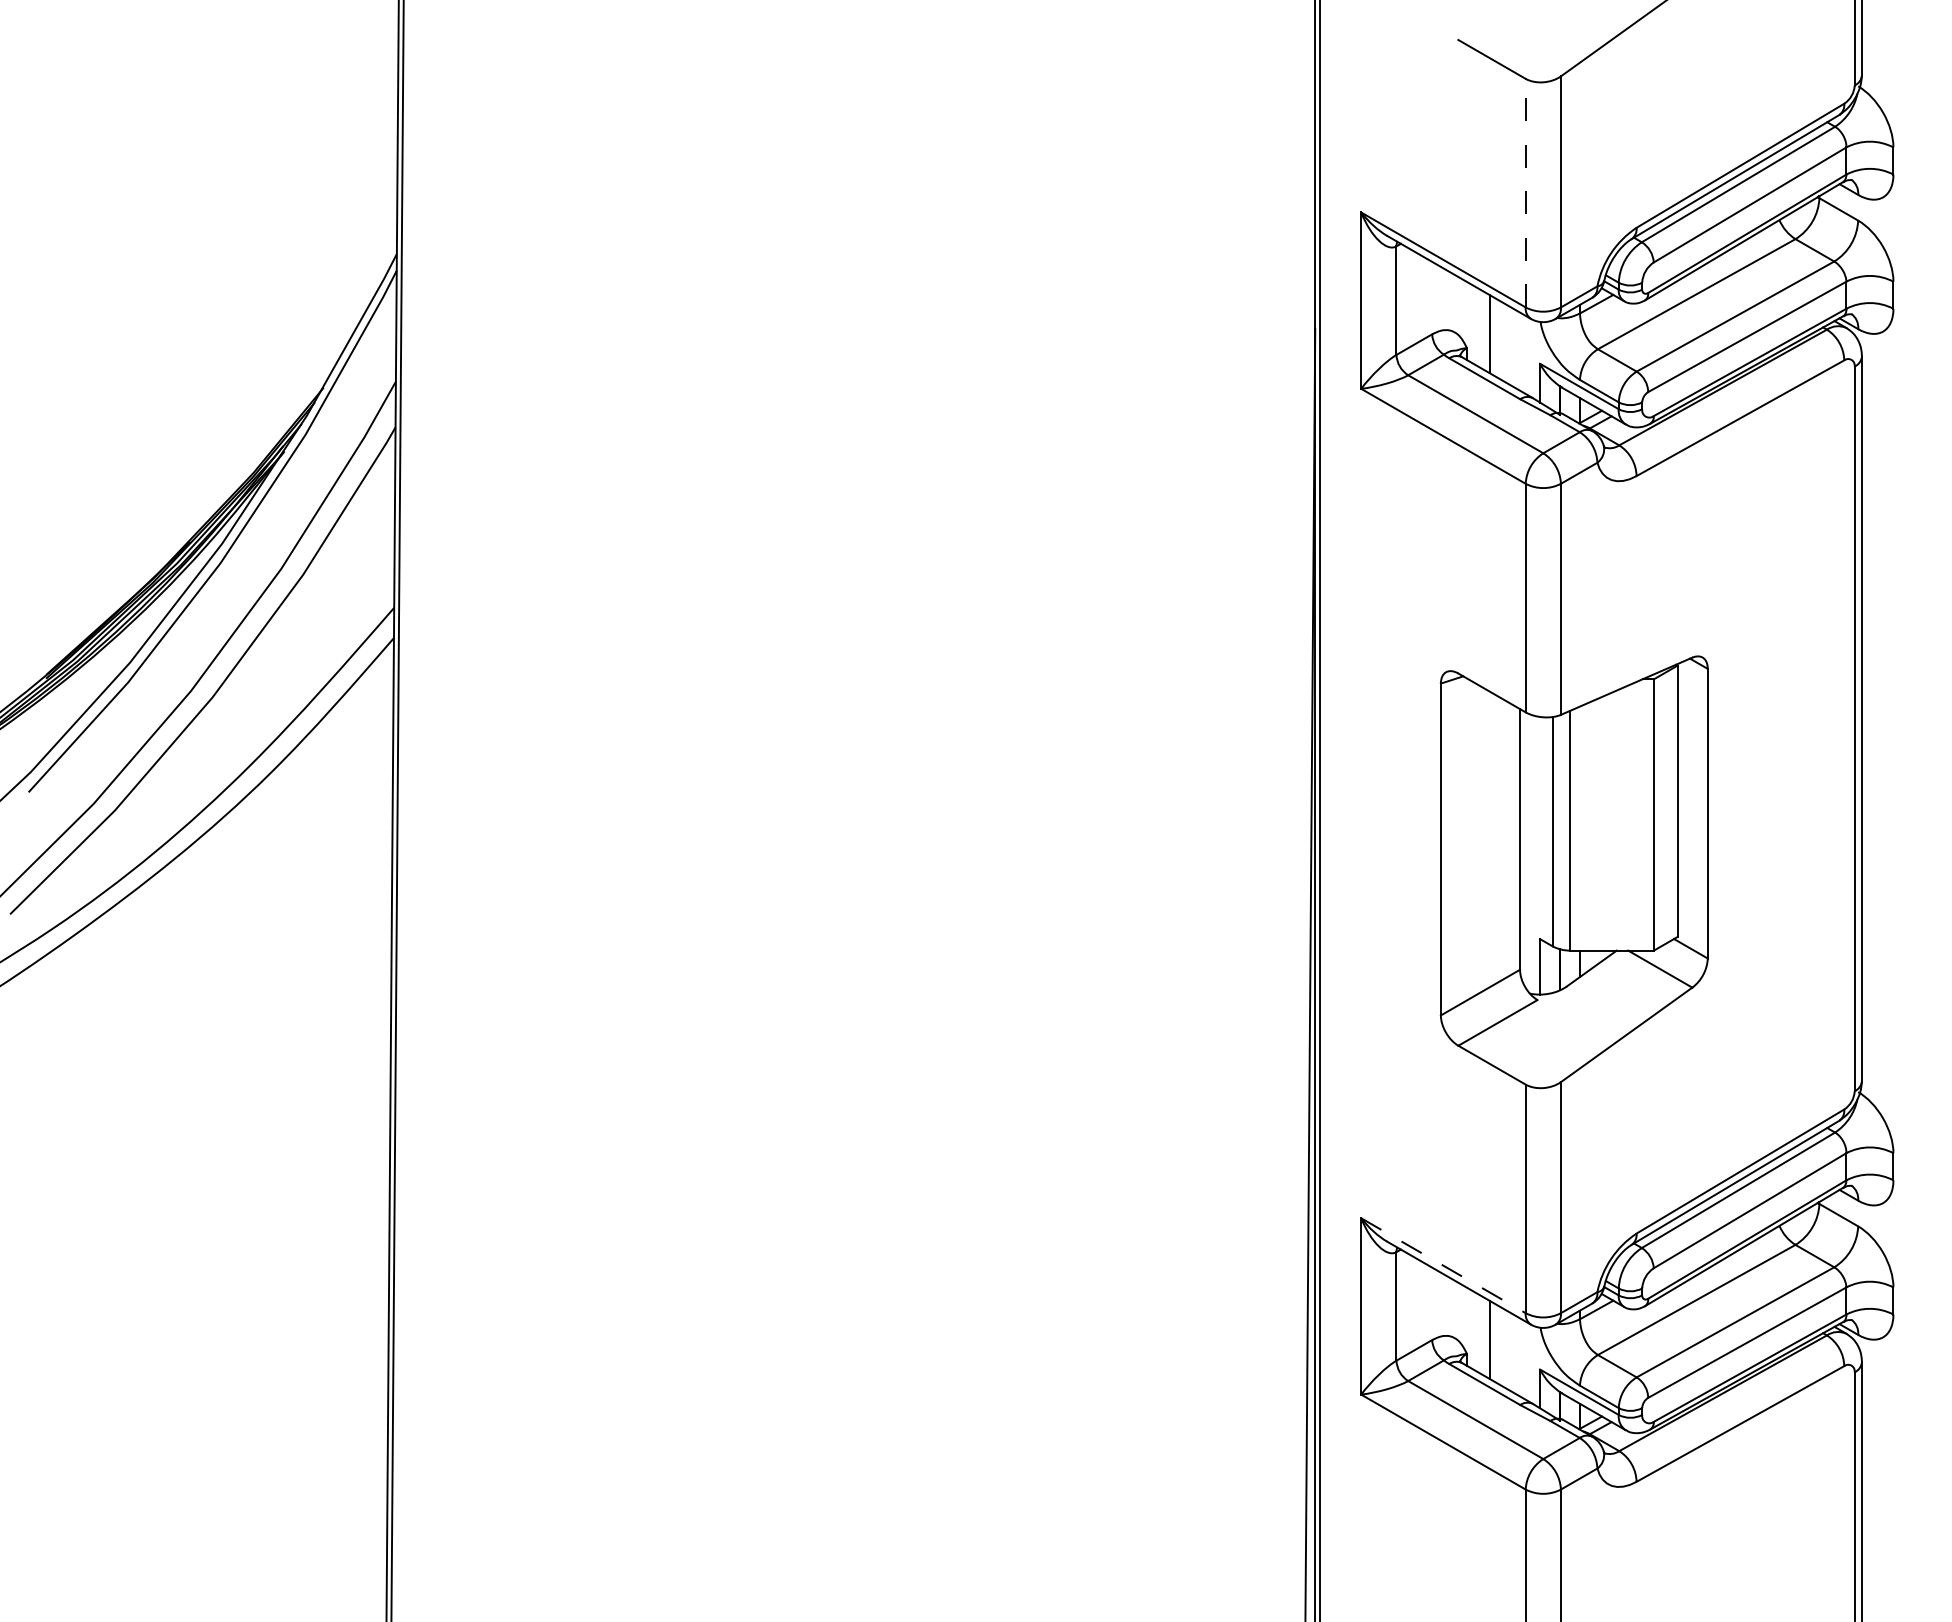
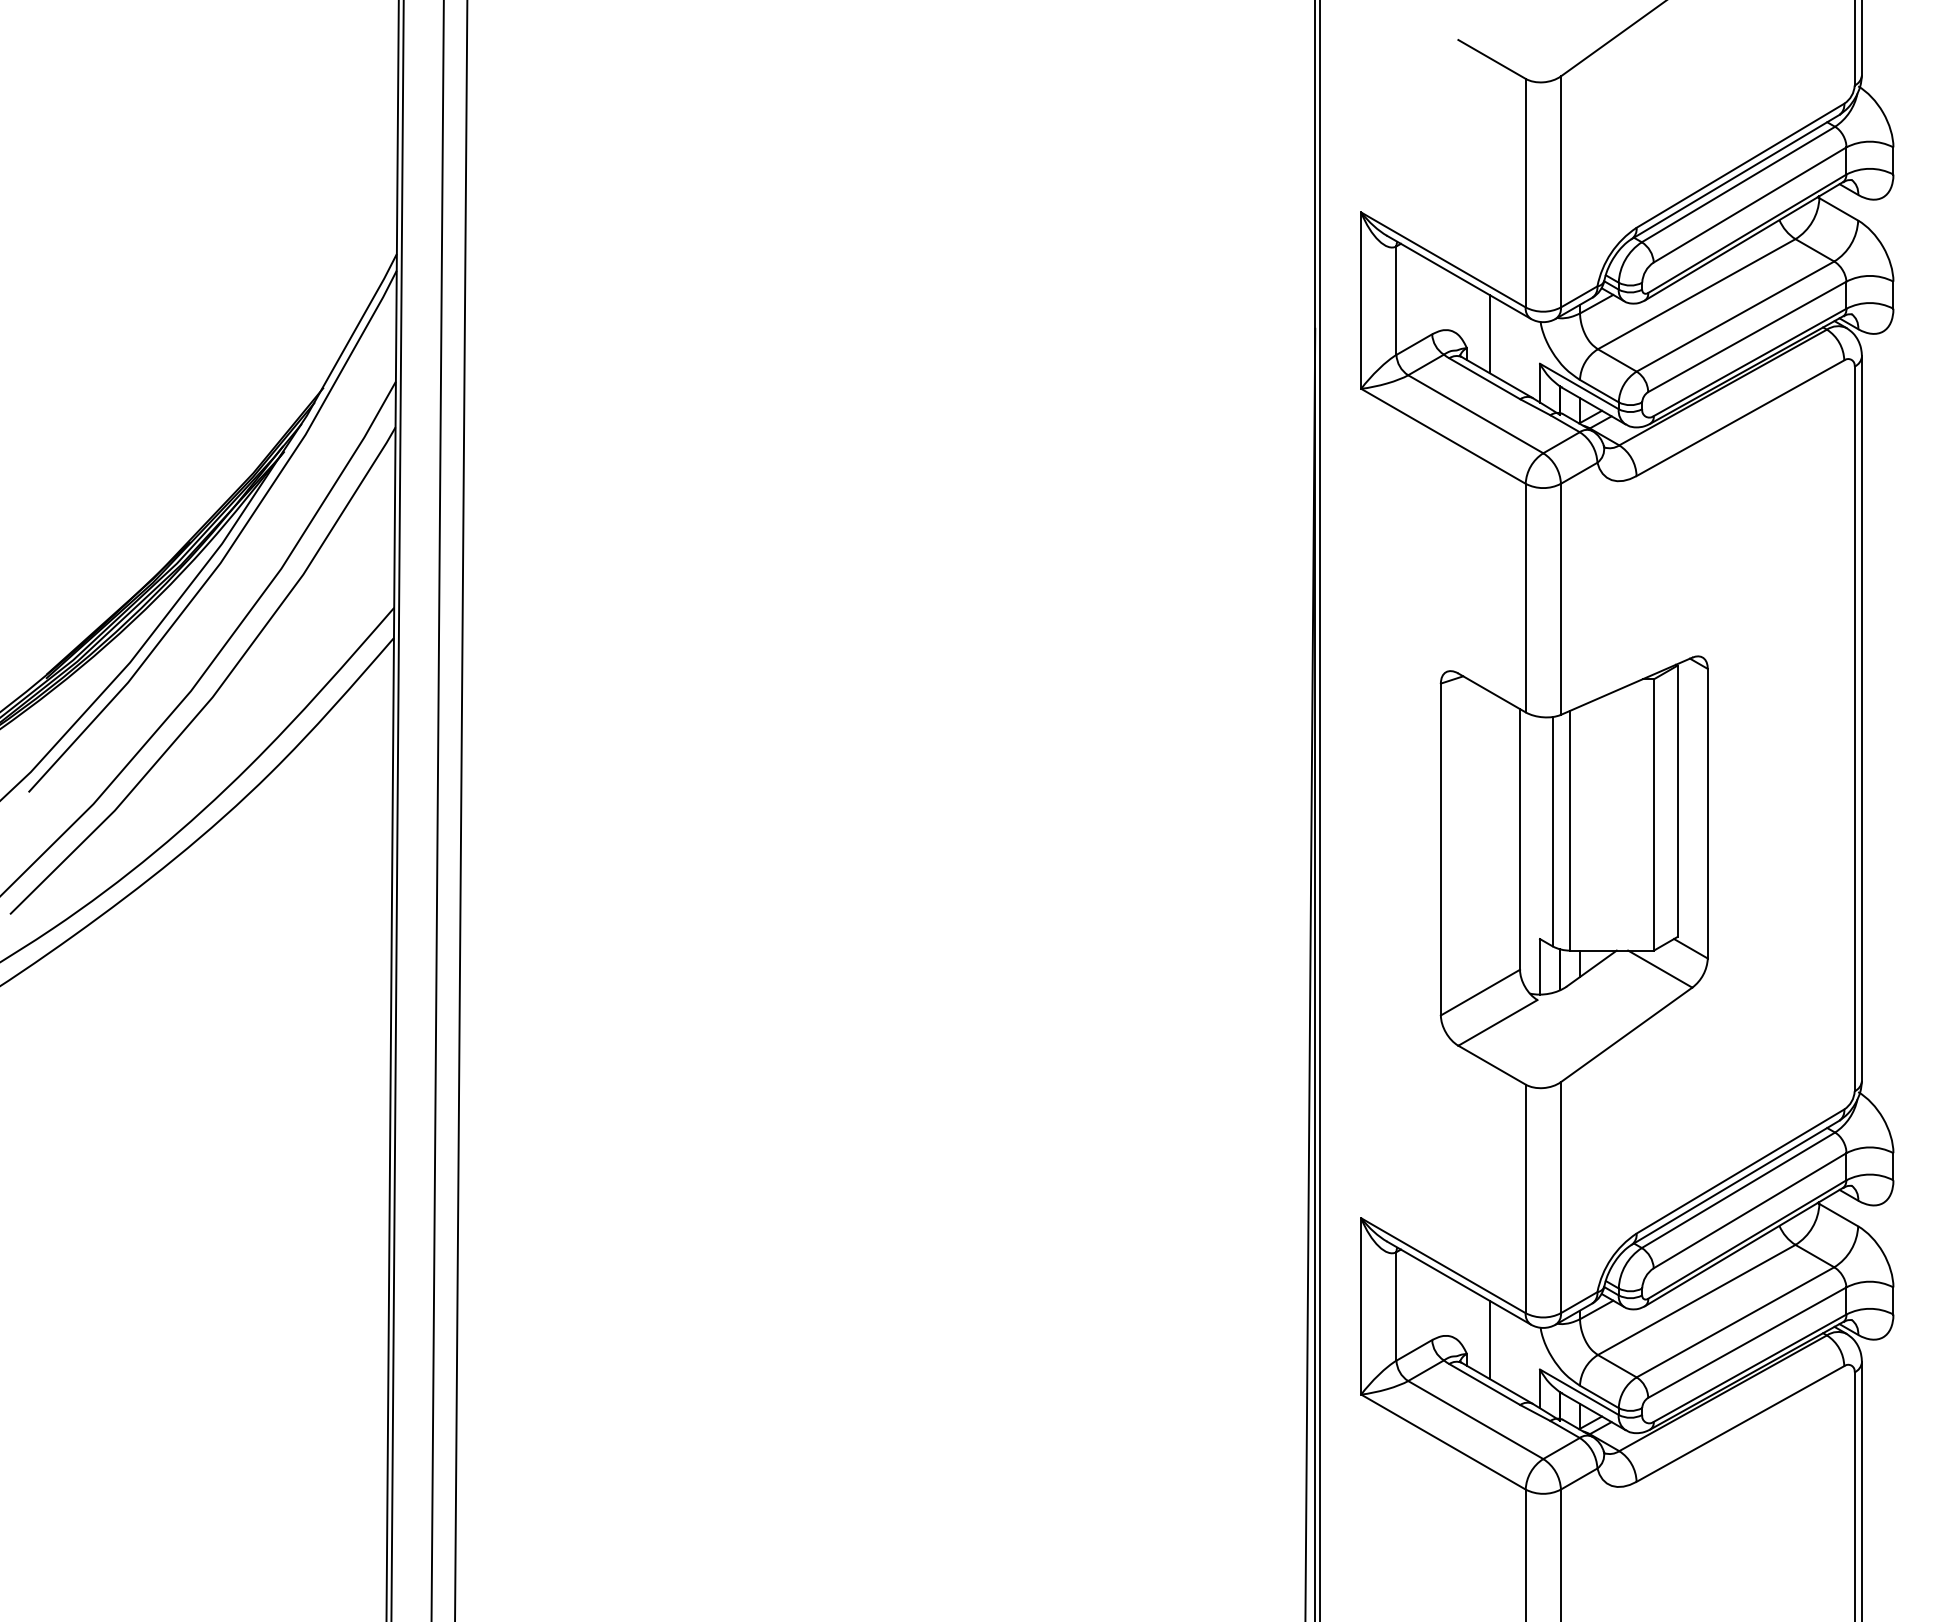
line at (1525, 192): dashed -> solid
line at (437, 810): none -> present
line at (461, 810): none -> present
line at (1443, 1265): dashed -> solid
